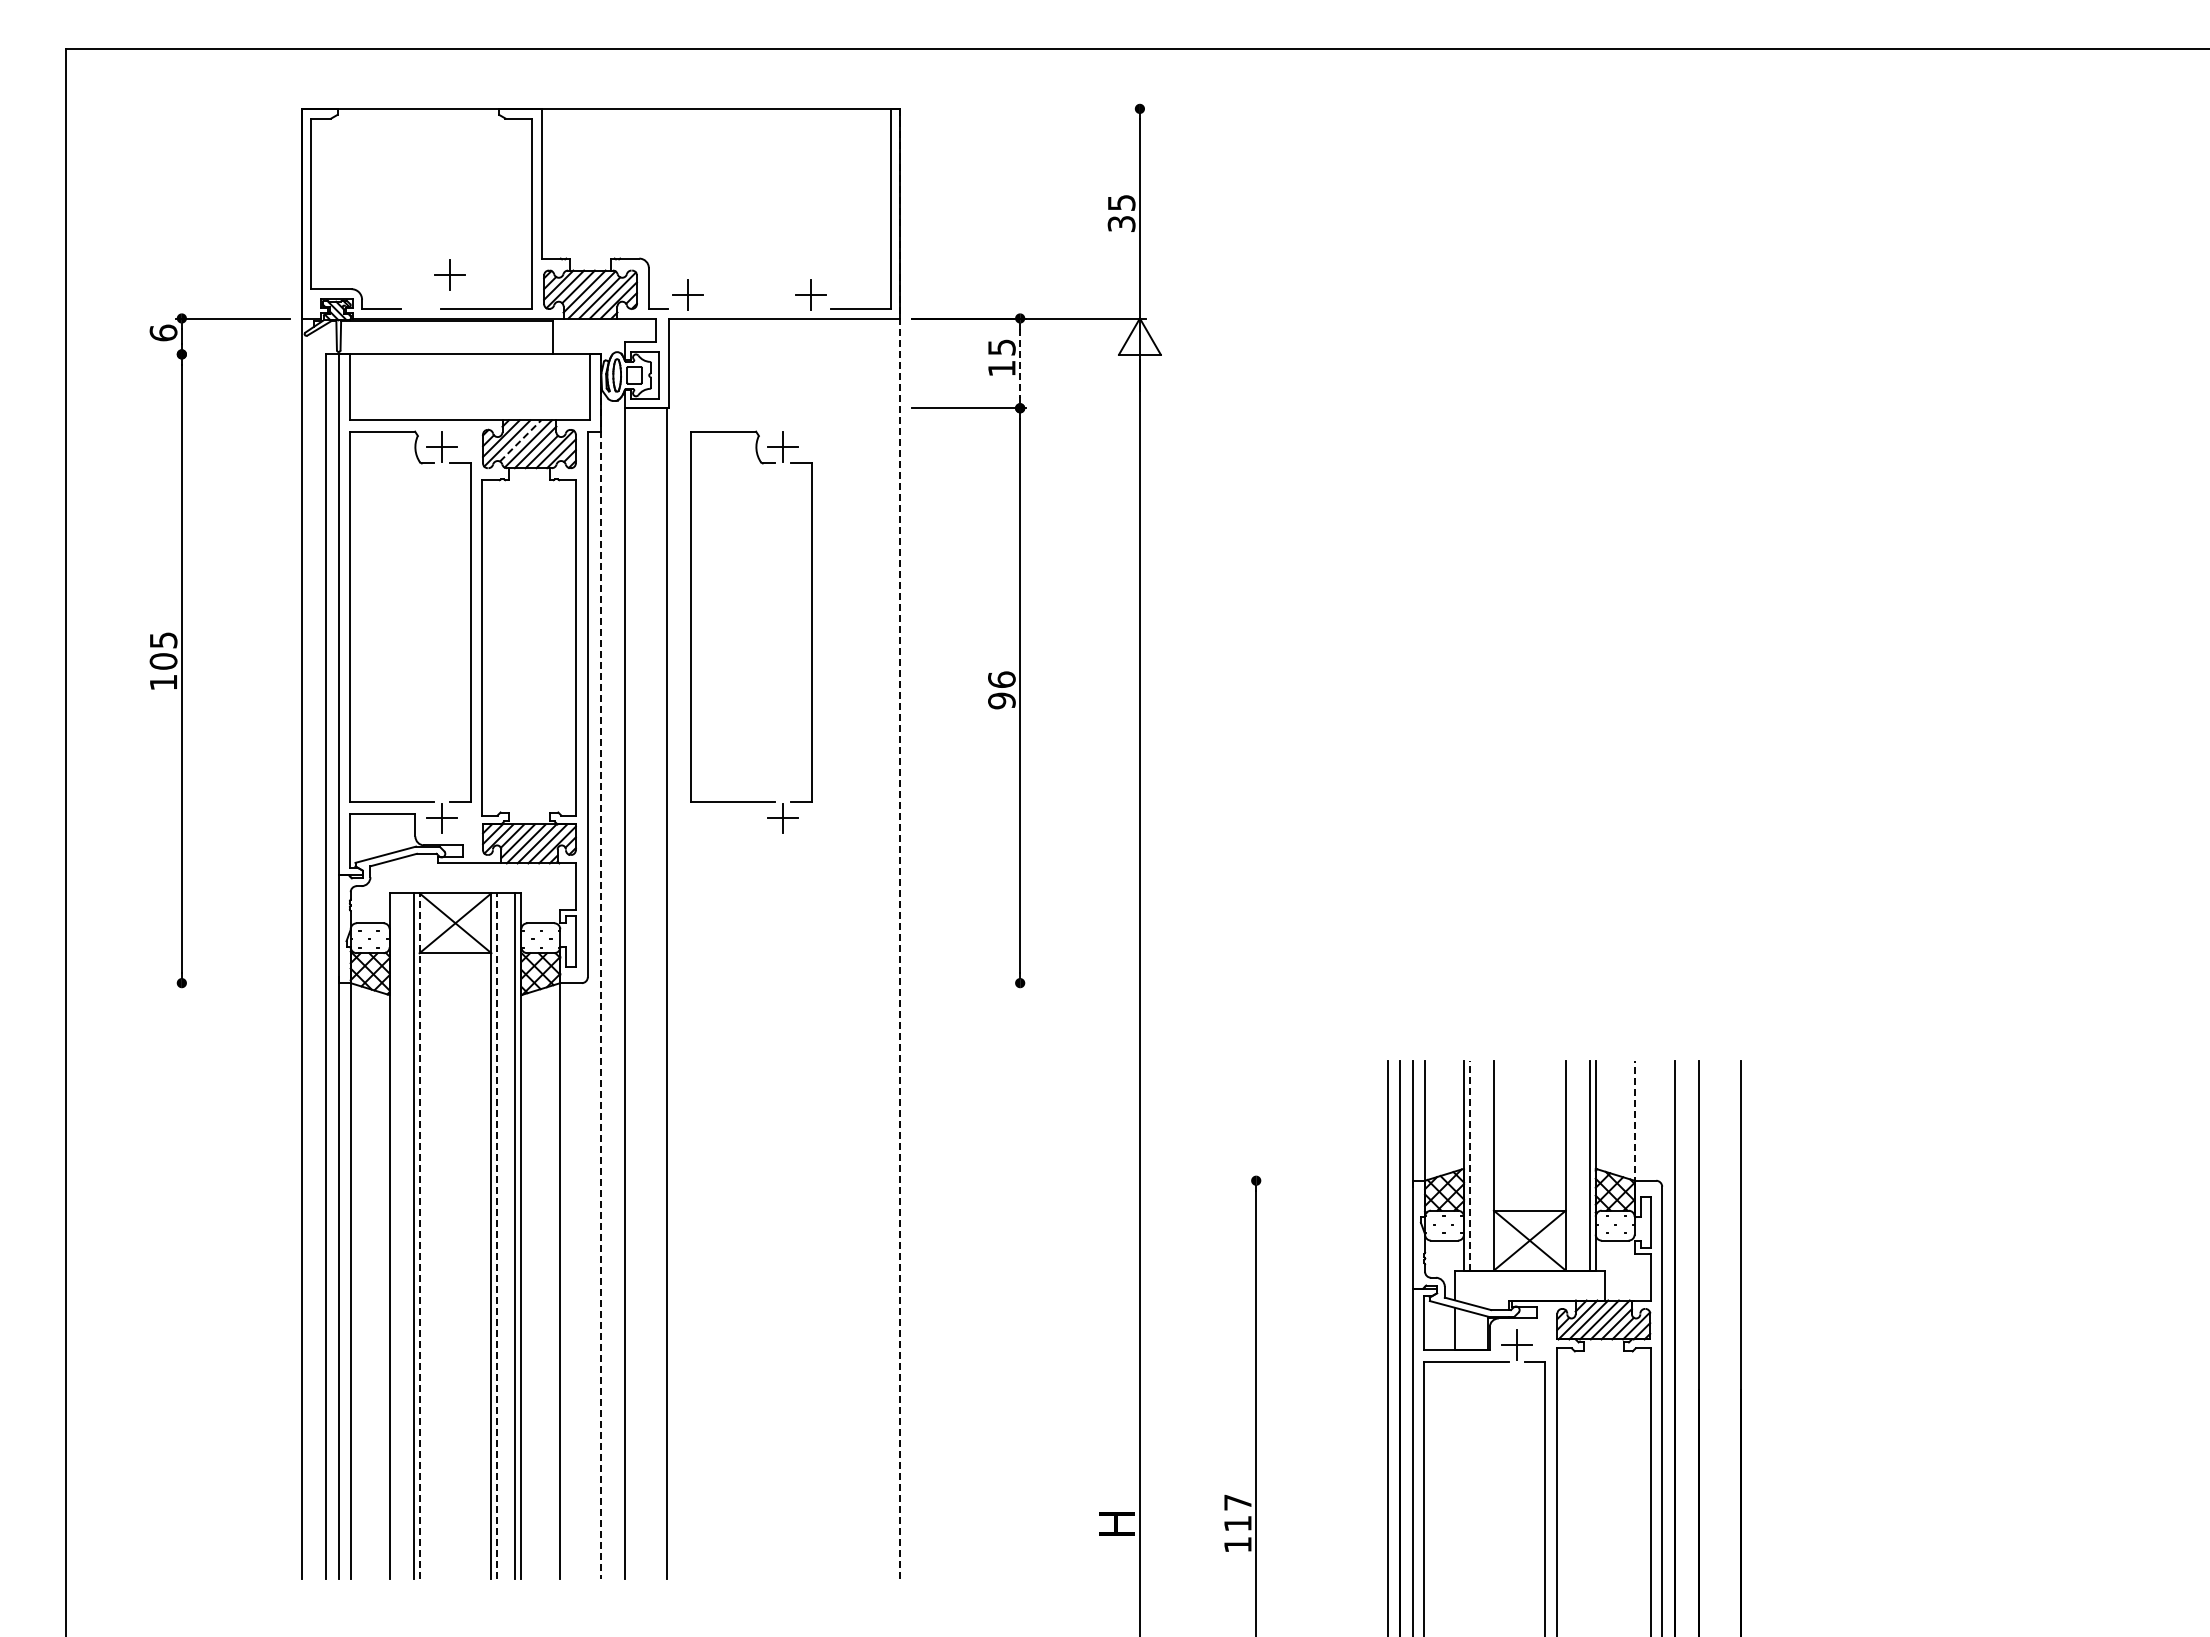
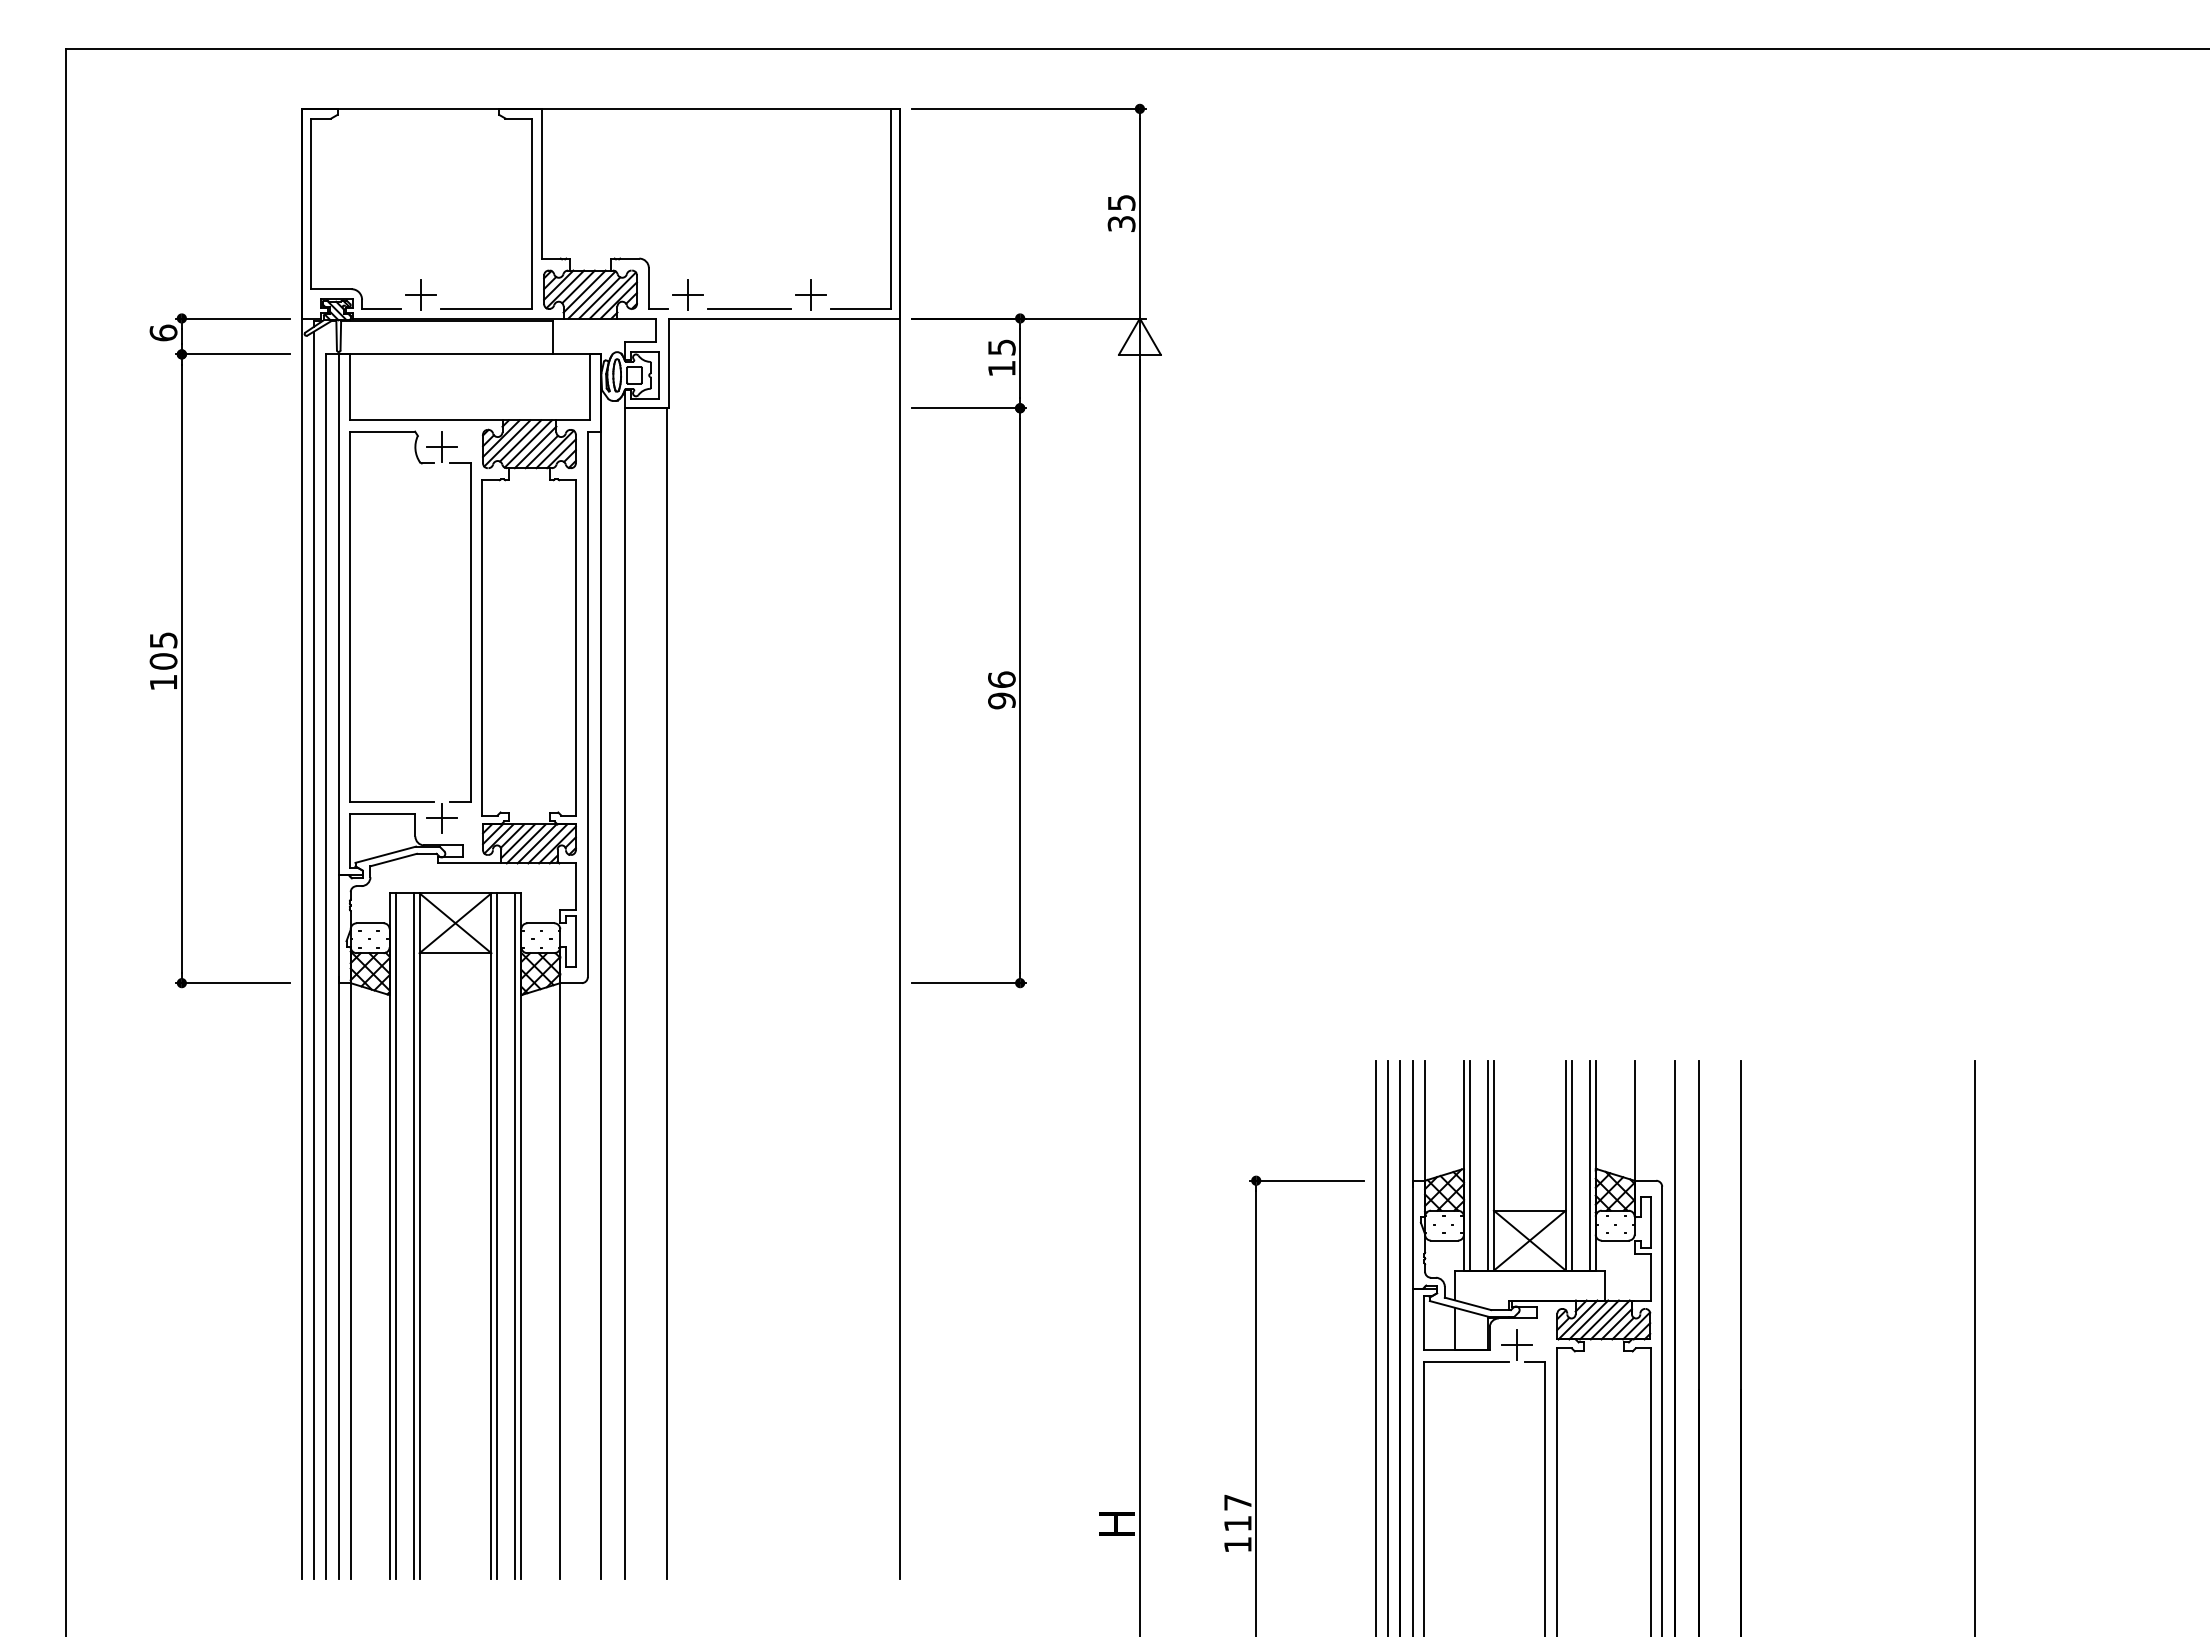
line at (1028, 108): none -> present
part at (449, 274) position: (449, 274) -> (420, 294)
line at (748, 308): none -> present
line at (232, 354): none -> present
line at (1020, 363): dashed -> solid
line at (520, 440): dashed -> solid
part at (691, 631): present -> none
line at (900, 844): dashed -> solid
line at (313, 954): none -> present
line at (601, 967): dashed -> solid
line at (232, 983): none -> present
line at (969, 983): none -> present
line at (1634, 1121): dashed -> solid
line at (1469, 1165): dashed -> solid
line at (1487, 1165): none -> present
line at (1571, 1165): none -> present
line at (1306, 1180): none -> present
line at (395, 1235): none -> present
line at (419, 1236): dashed -> solid
line at (497, 1236): dashed -> solid
line at (1375, 1347): none -> present
line at (1974, 1347): none -> present
